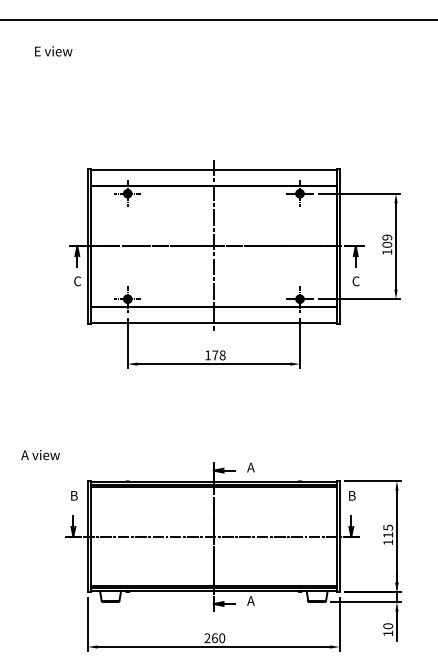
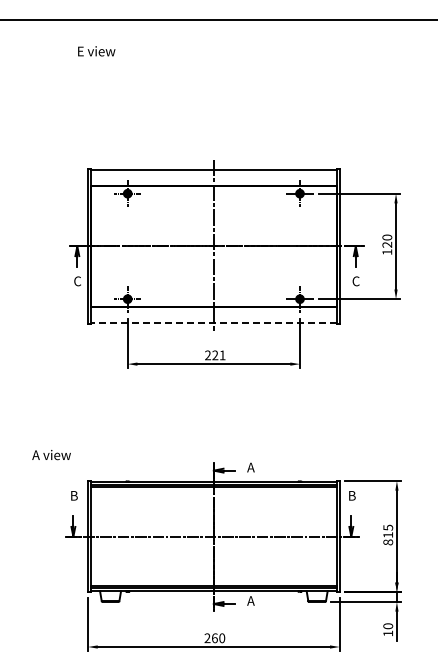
text at (53, 51) position: (53, 51) -> (96, 51)
text at (387, 240): 109 -> 120
line at (213, 323): solid -> dashed
text at (215, 355): 178 -> 221
text at (40, 455) position: (40, 455) -> (51, 455)
text at (388, 542): 115 -> 815
